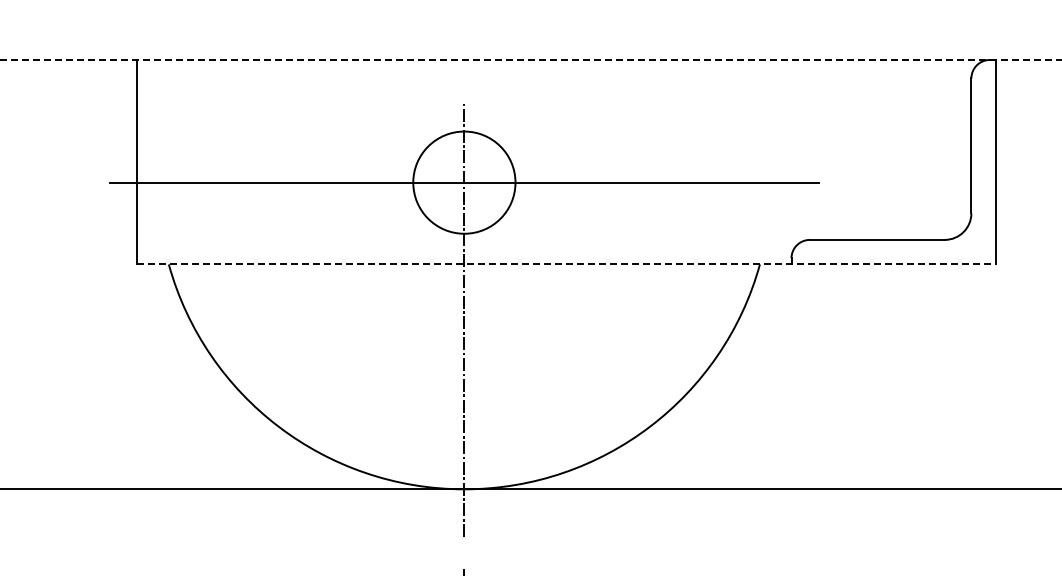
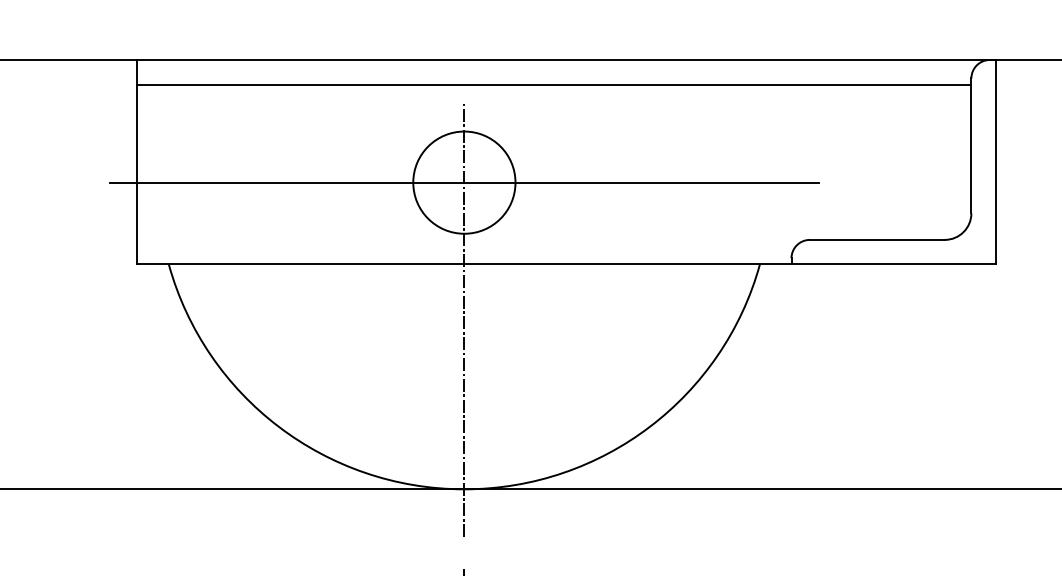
line at (531, 60): dashed -> solid
line at (554, 84): none -> present
line at (567, 264): dashed -> solid
